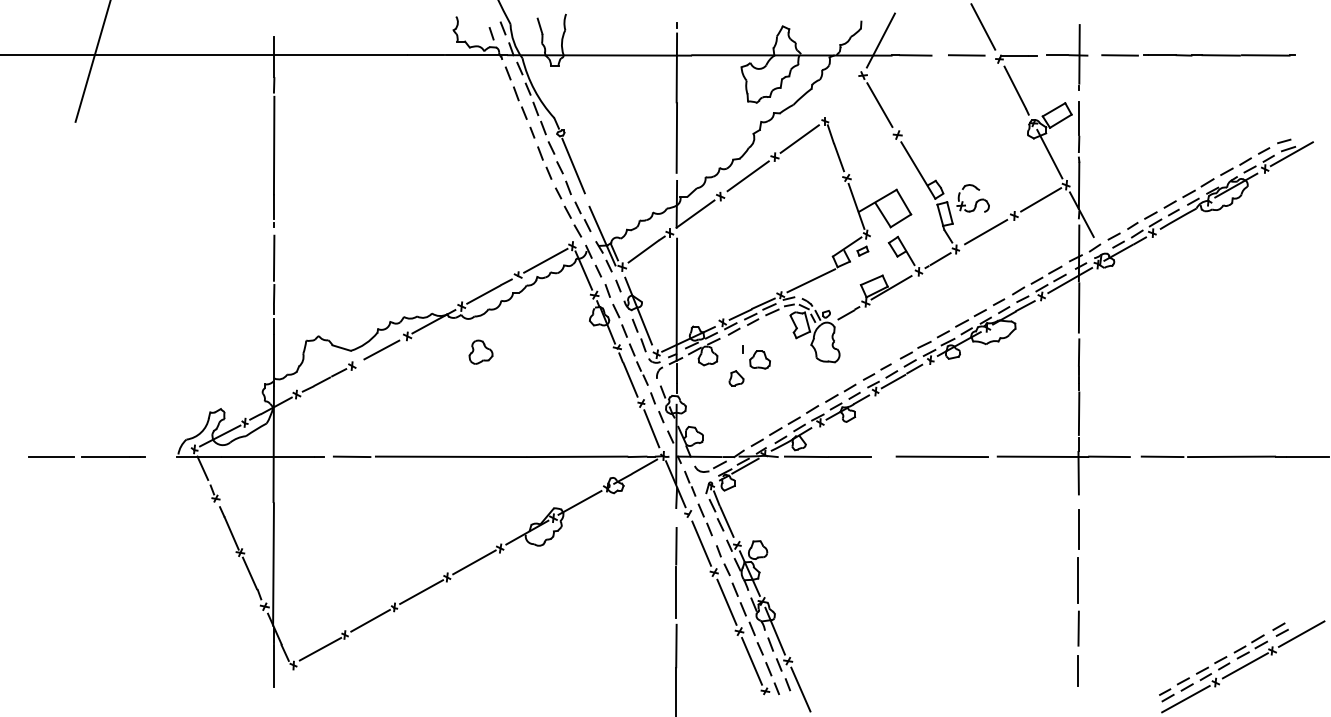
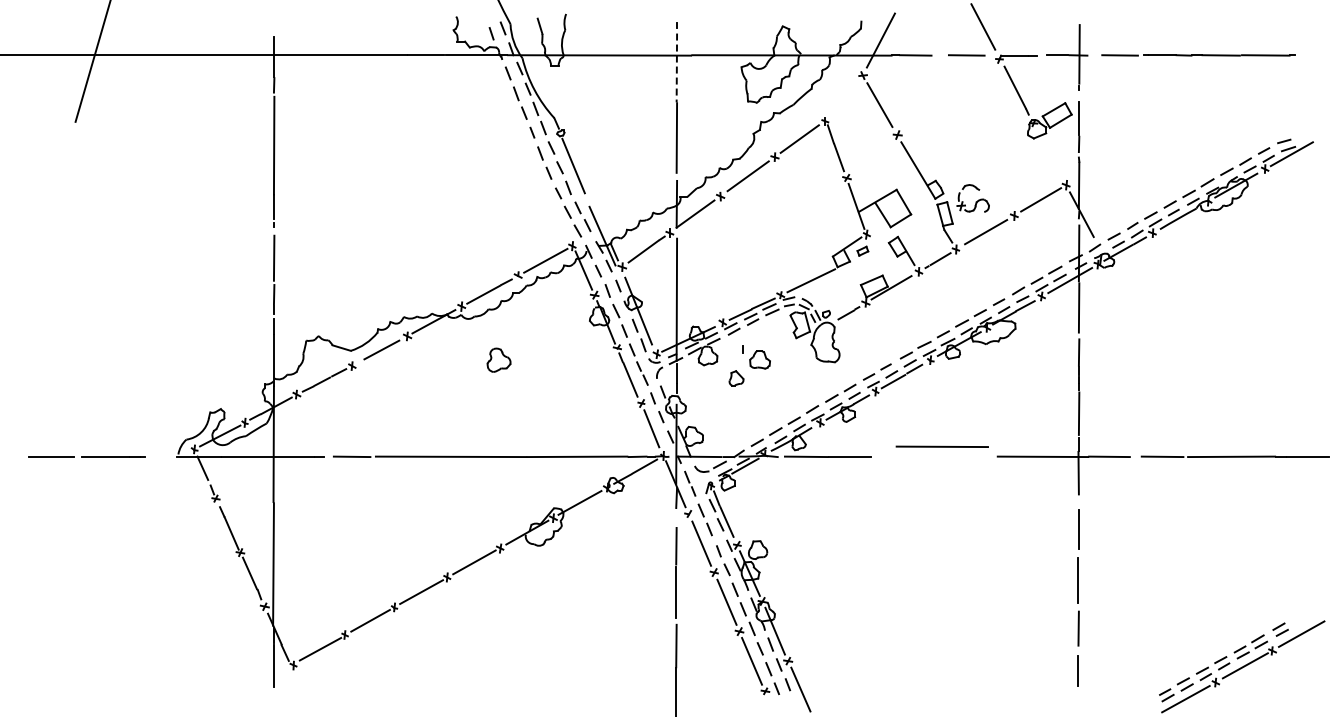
line at (676, 68): solid -> dashed
line at (1049, 153): present -> none
part at (480, 351) position: (480, 351) -> (498, 359)
line at (941, 456) position: (941, 456) -> (941, 446)
